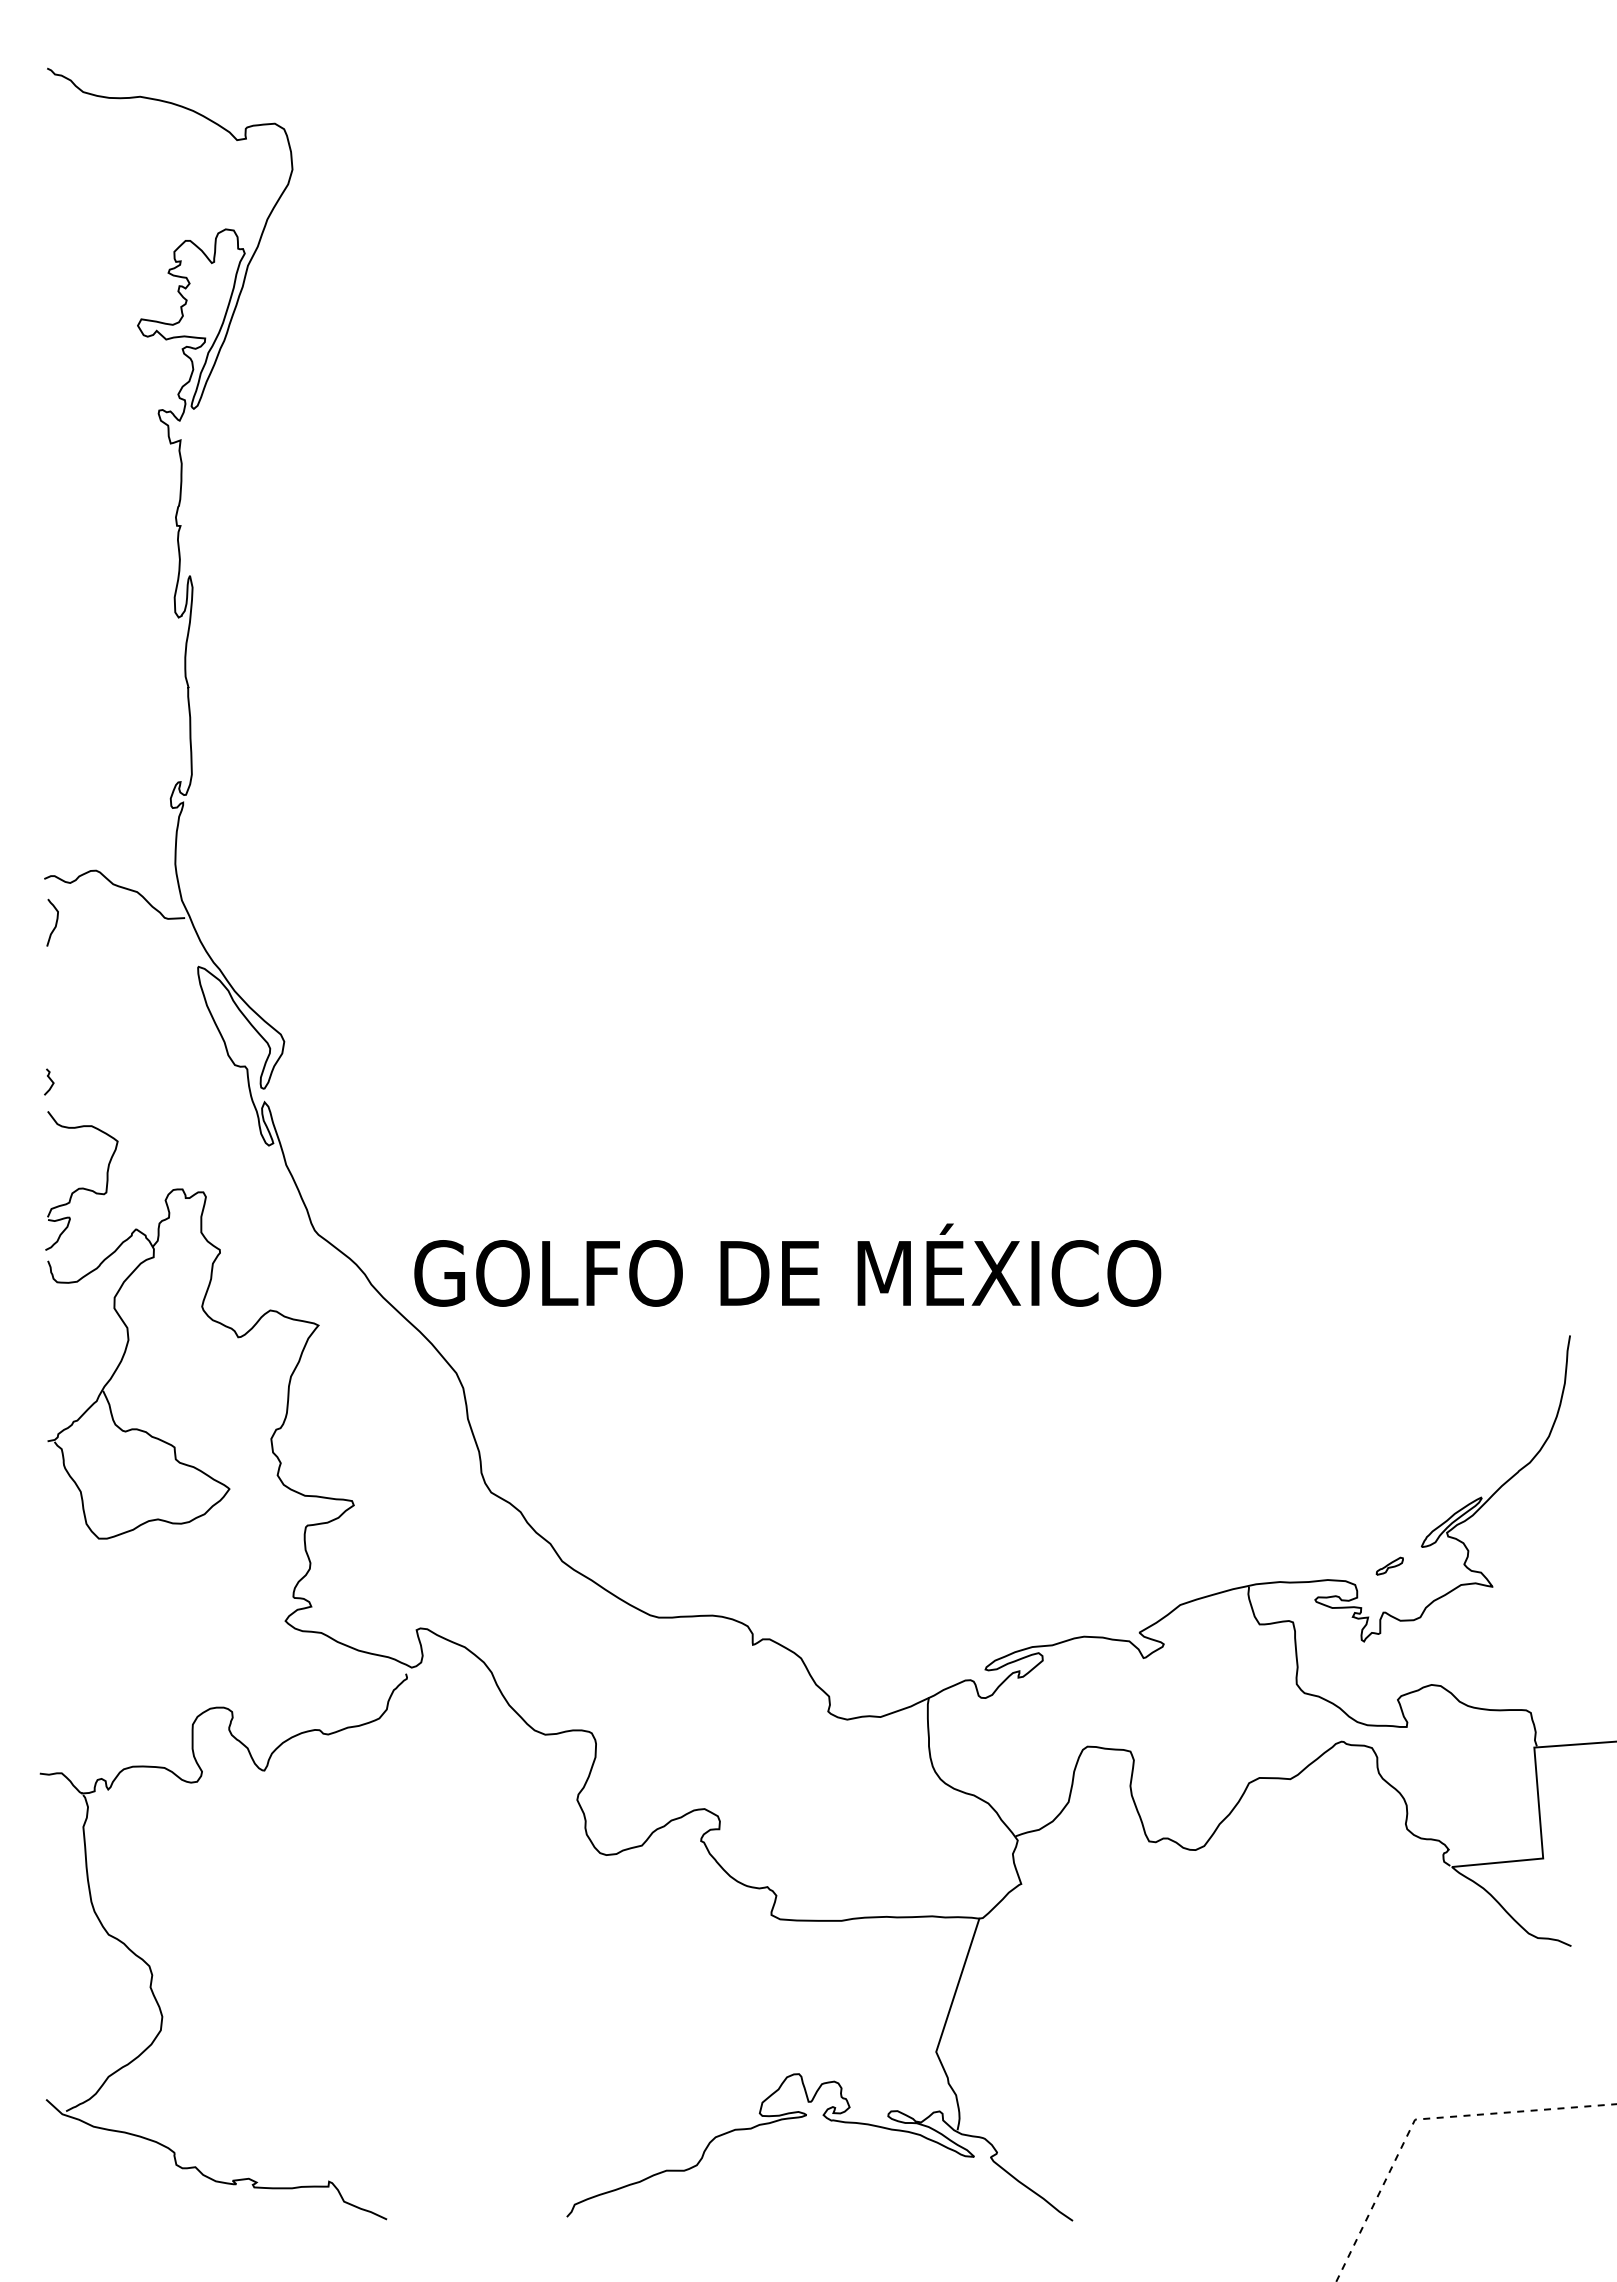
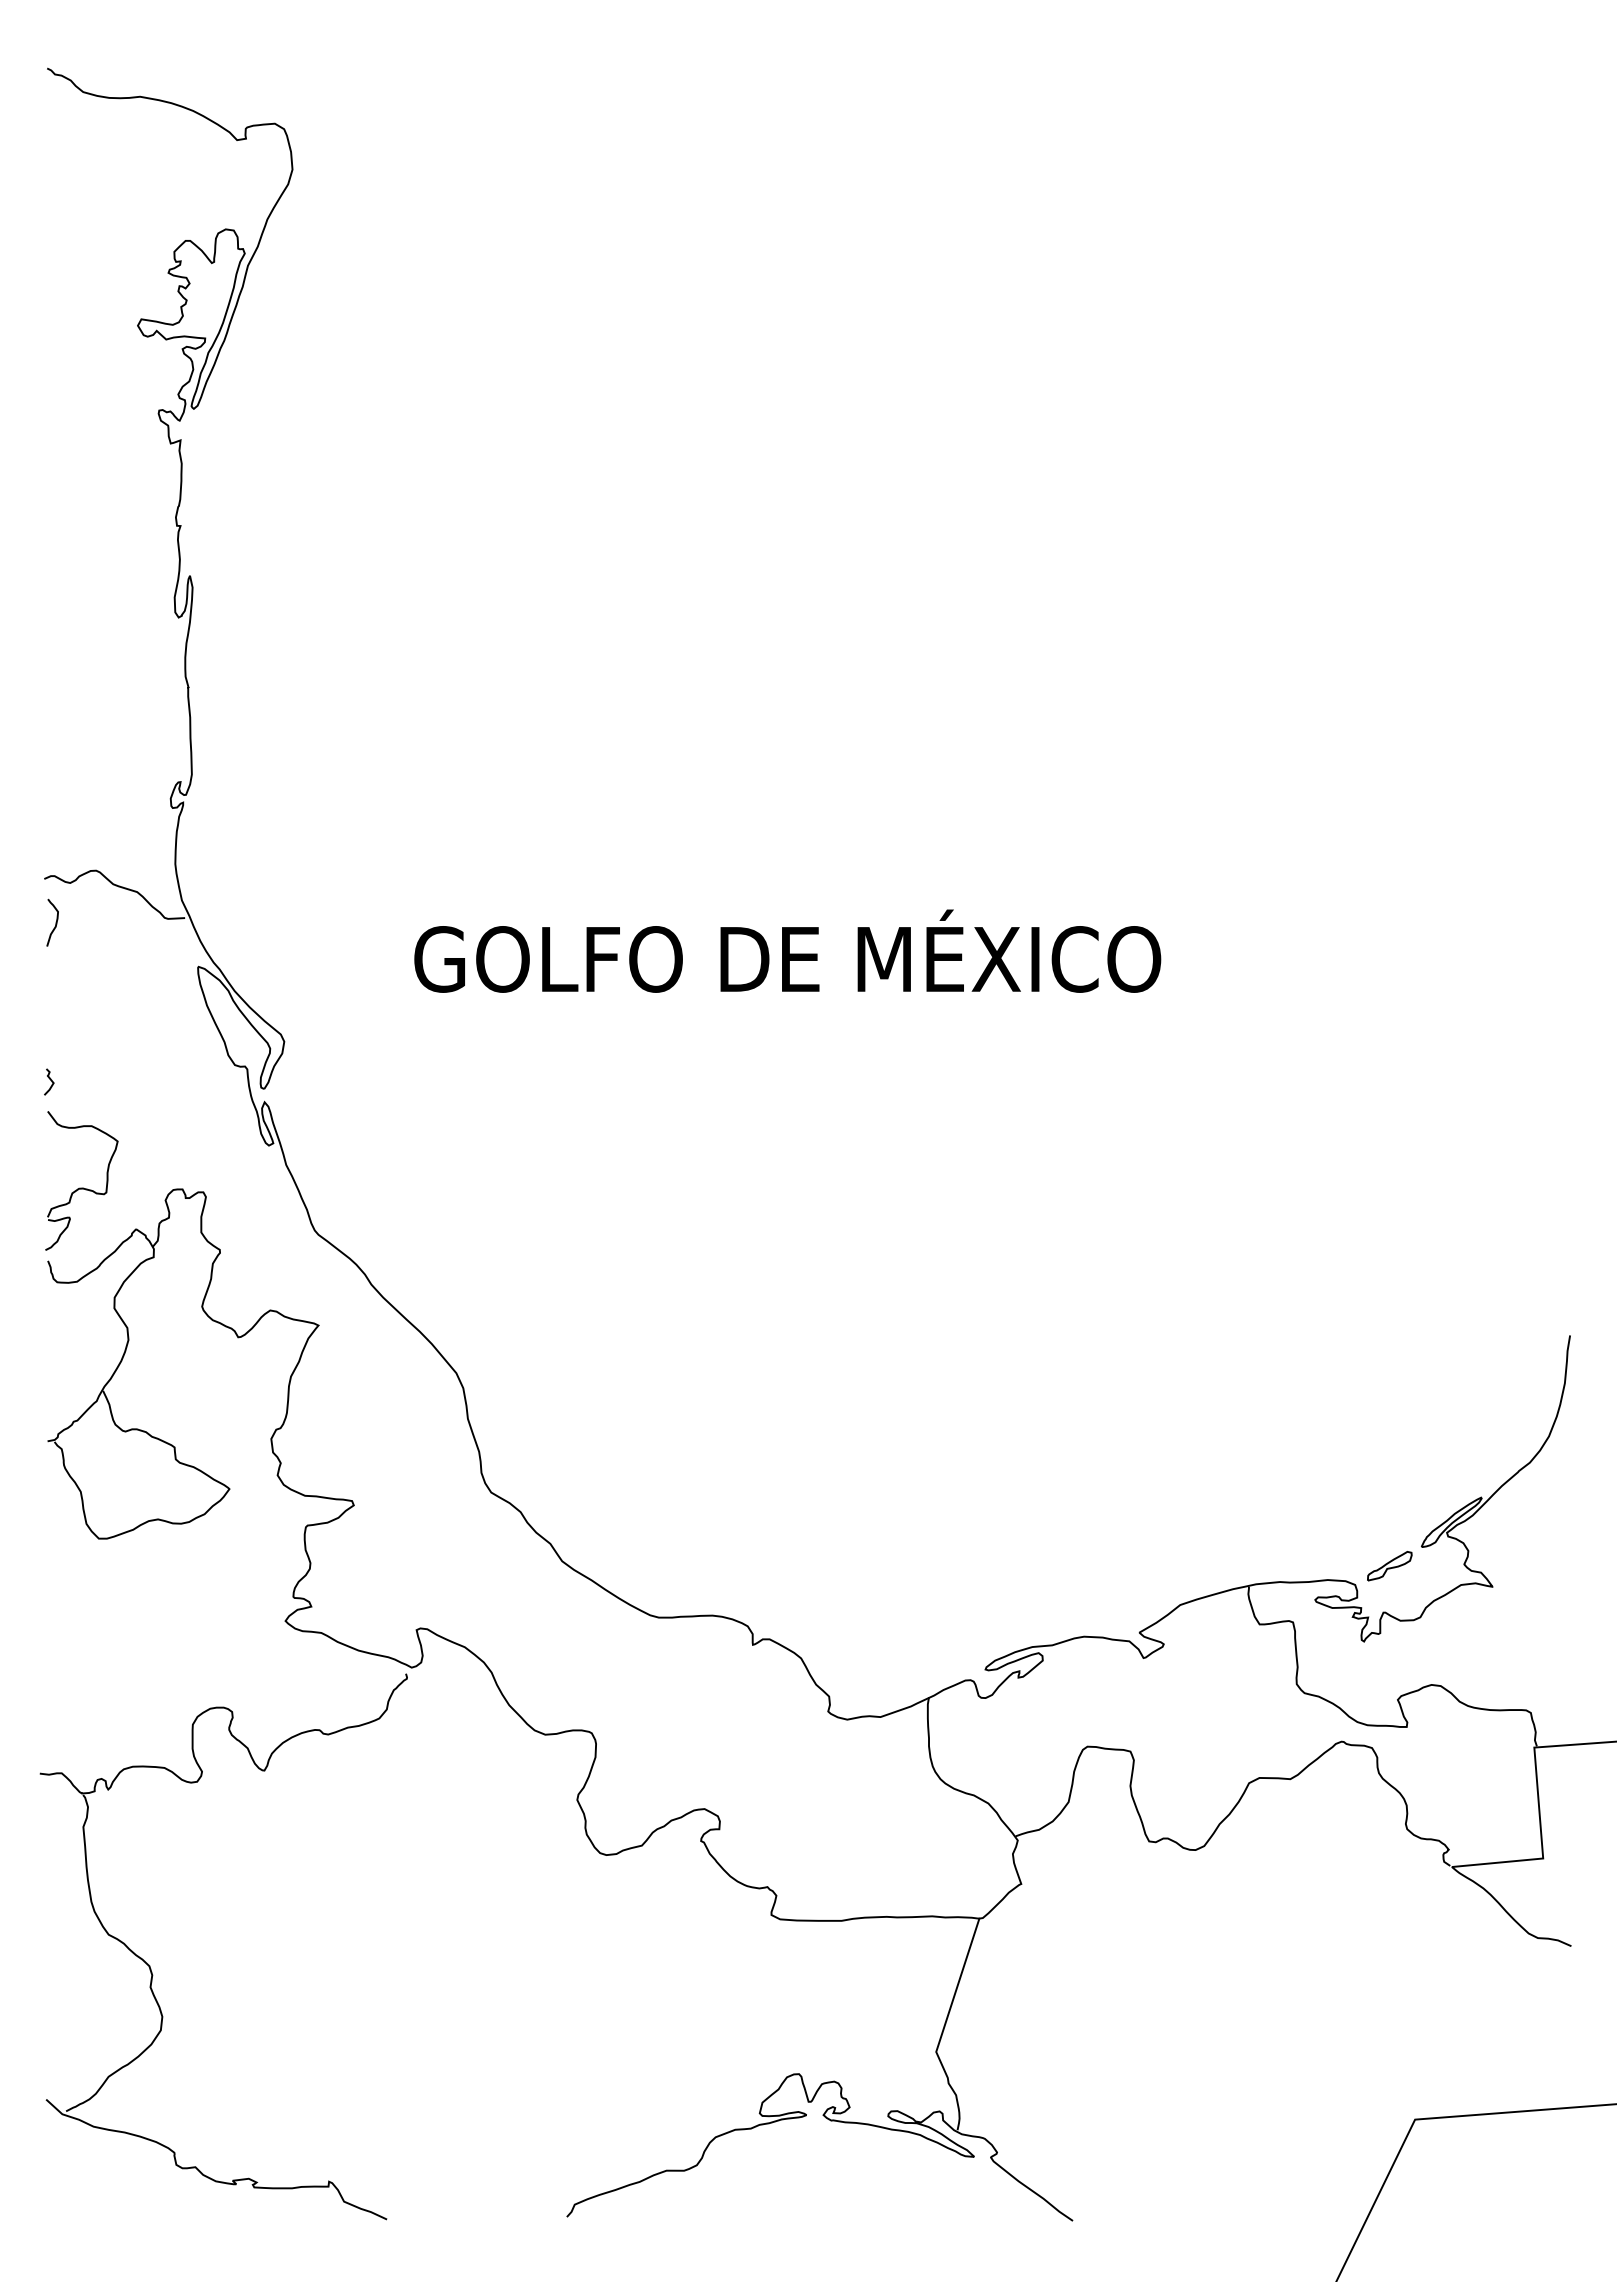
text at (787, 1264) position: (787, 1264) -> (787, 950)
part at (1389, 1565) size: 29x20 px -> 46x31 px
line at (1426, 2118): dashed -> solid
